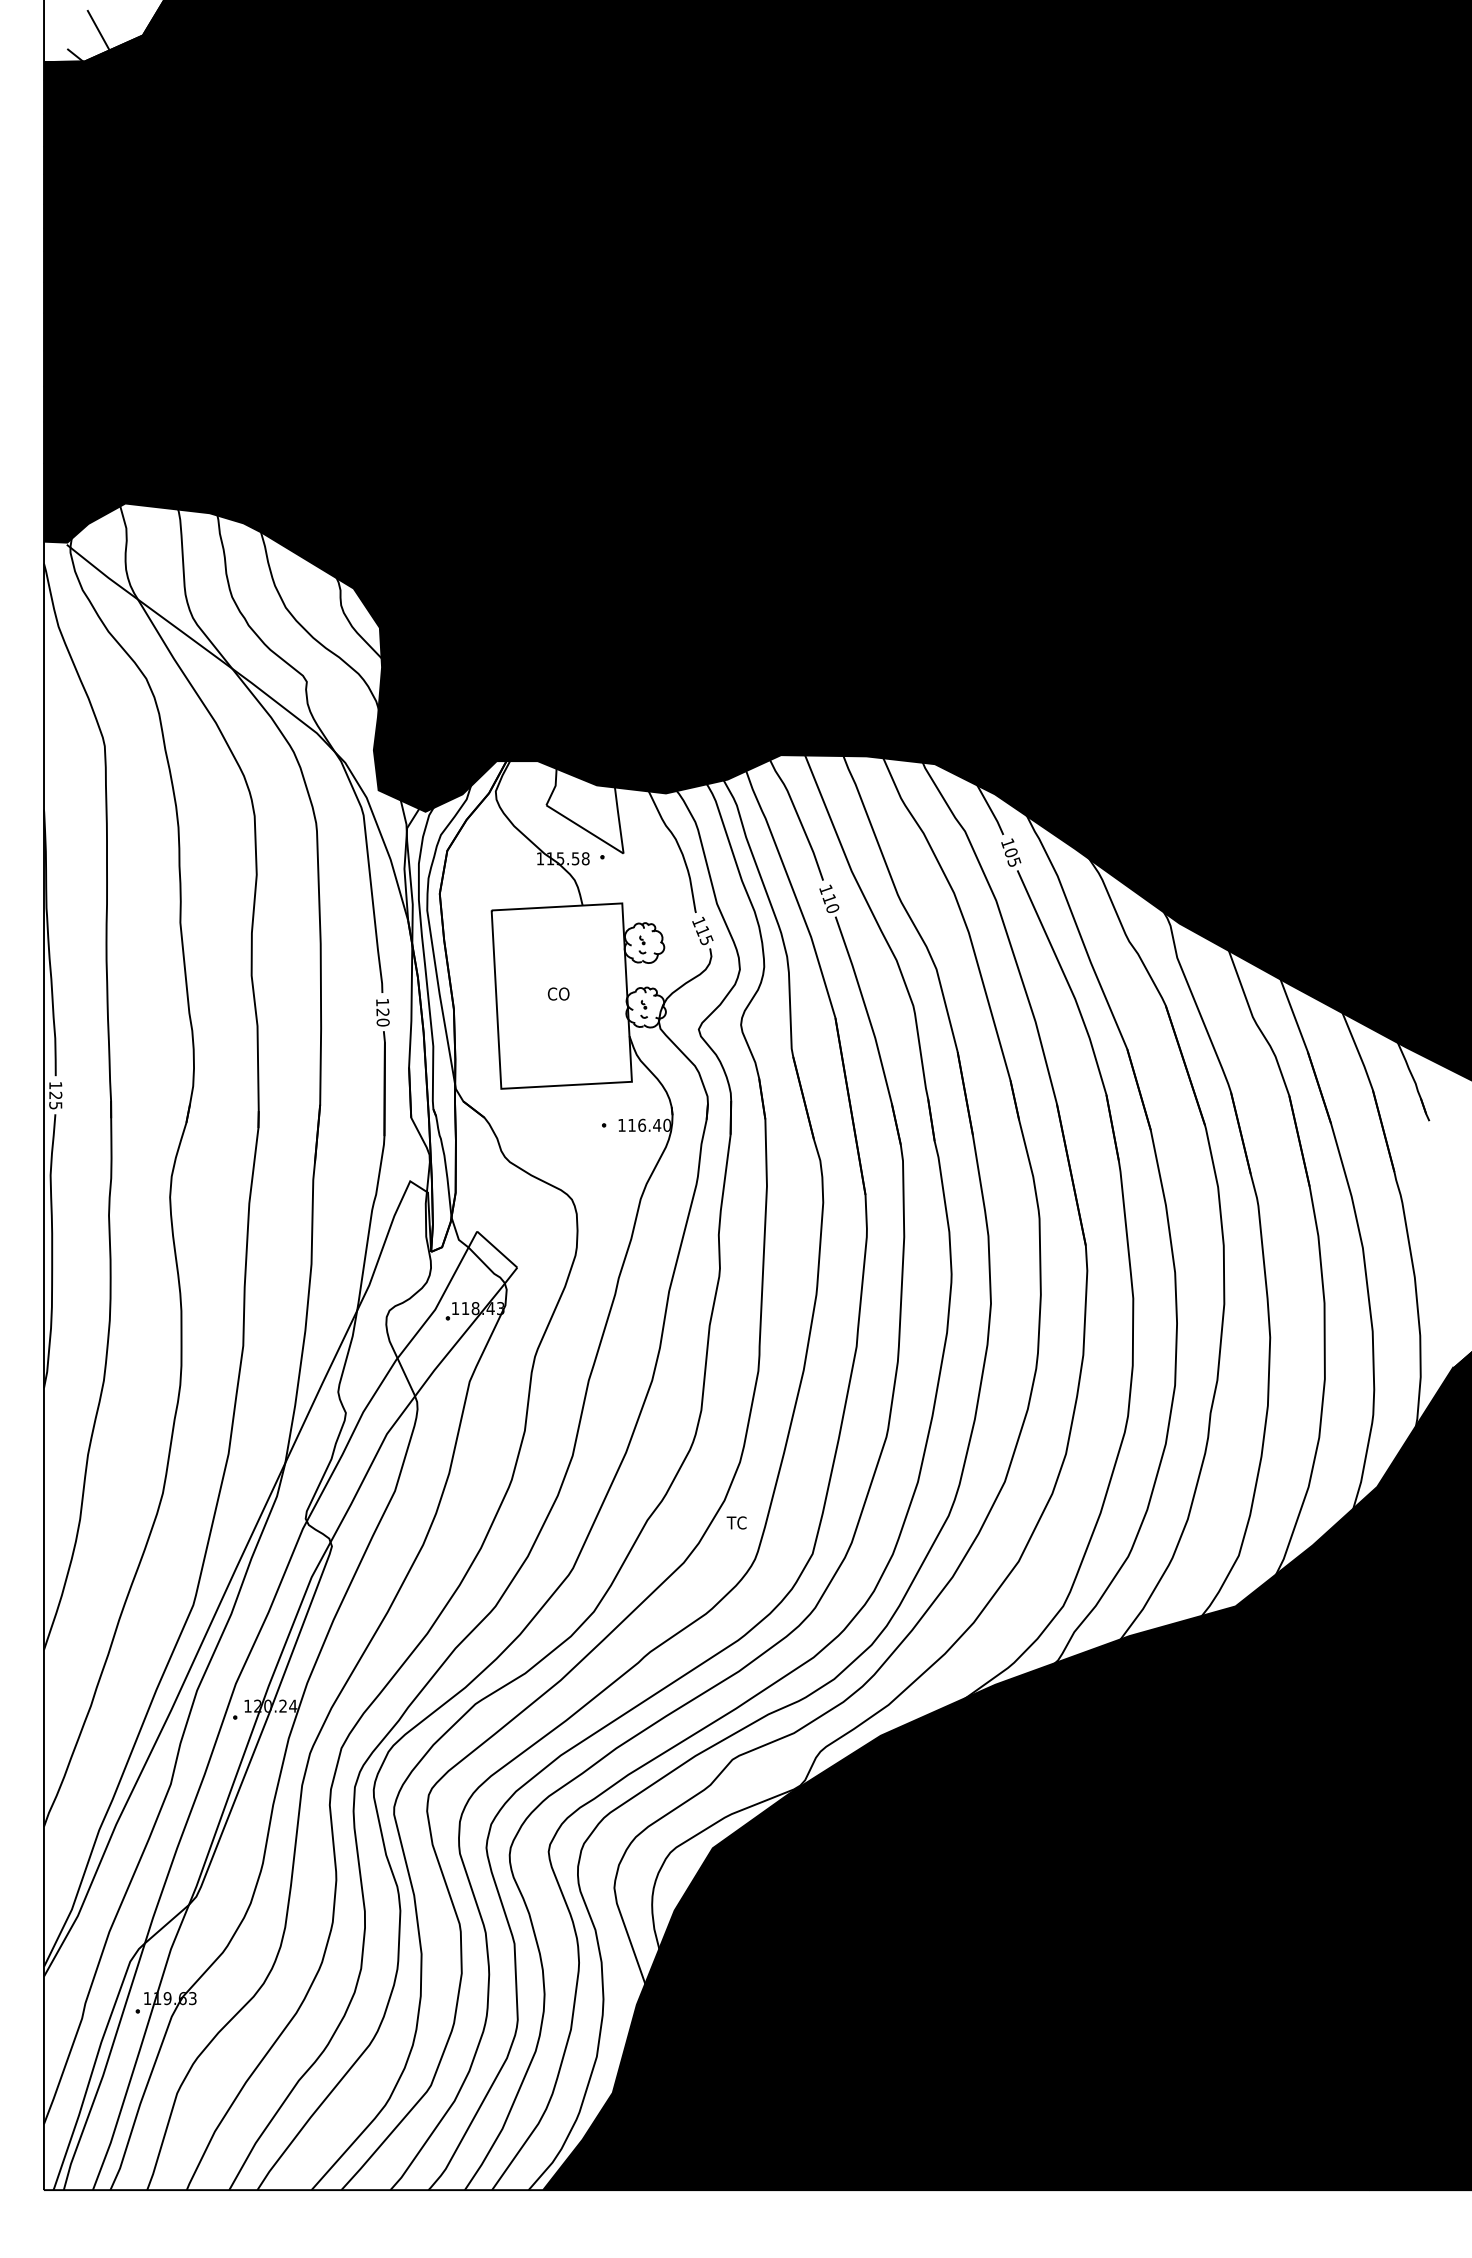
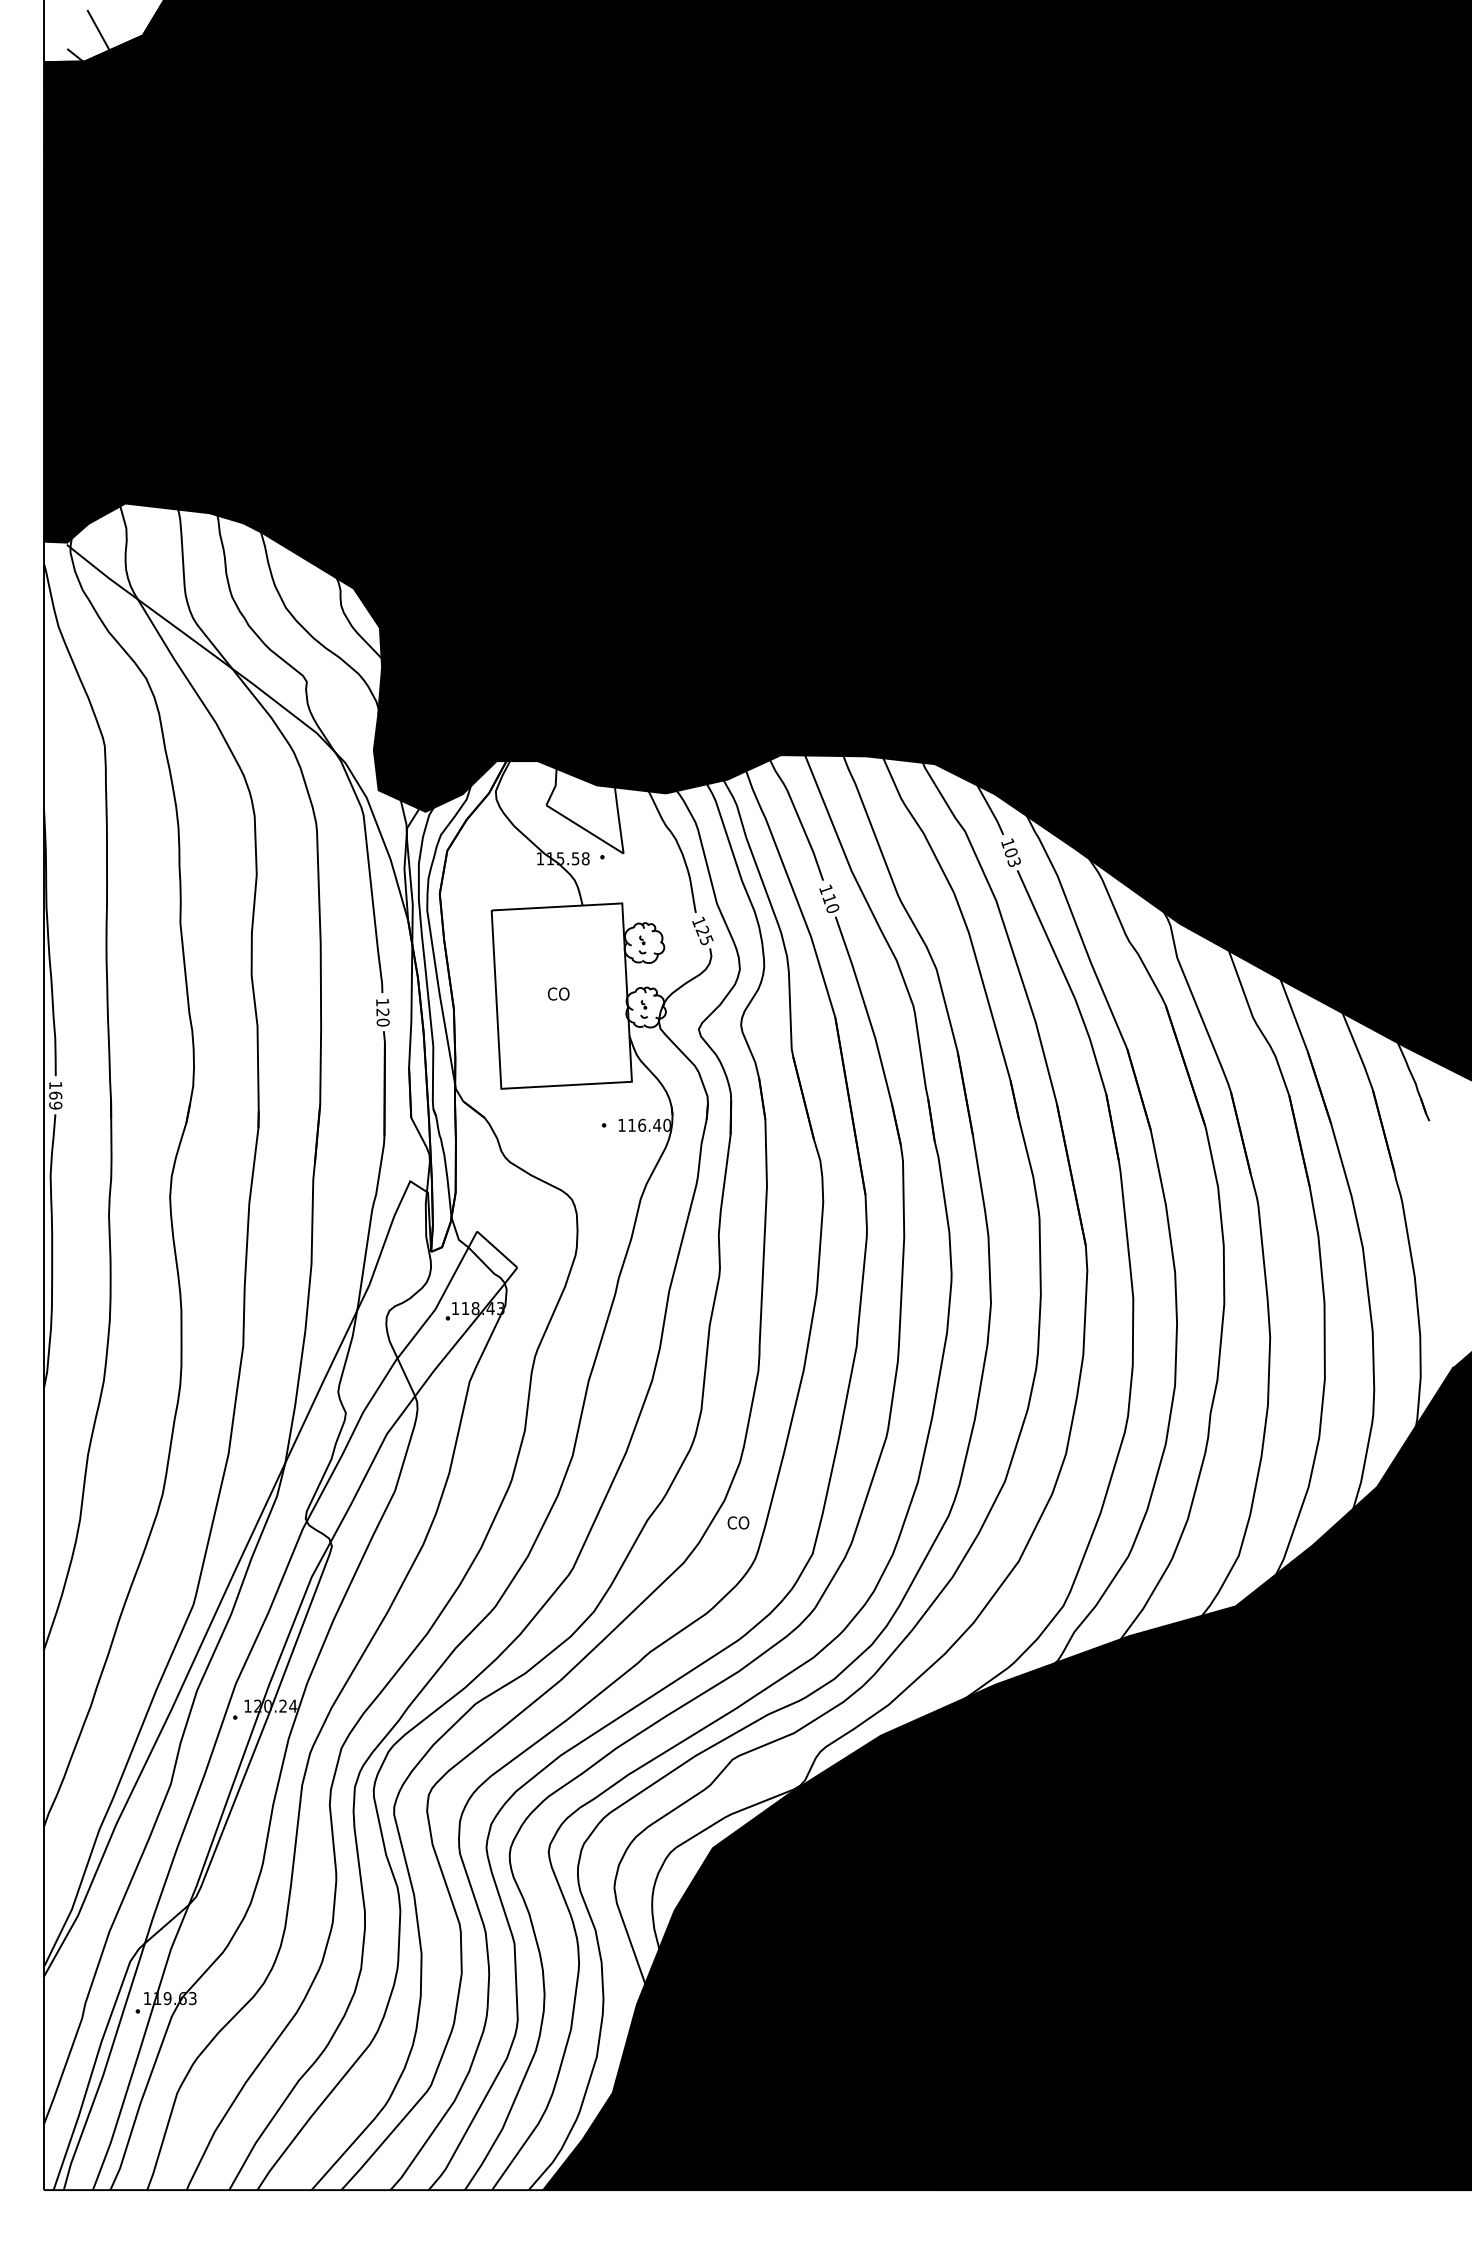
text at (1015, 861): 105 -> 103
text at (702, 930): 115 -> 125
text at (55, 1100): 125 -> 169
text at (737, 1522): TC -> CO
